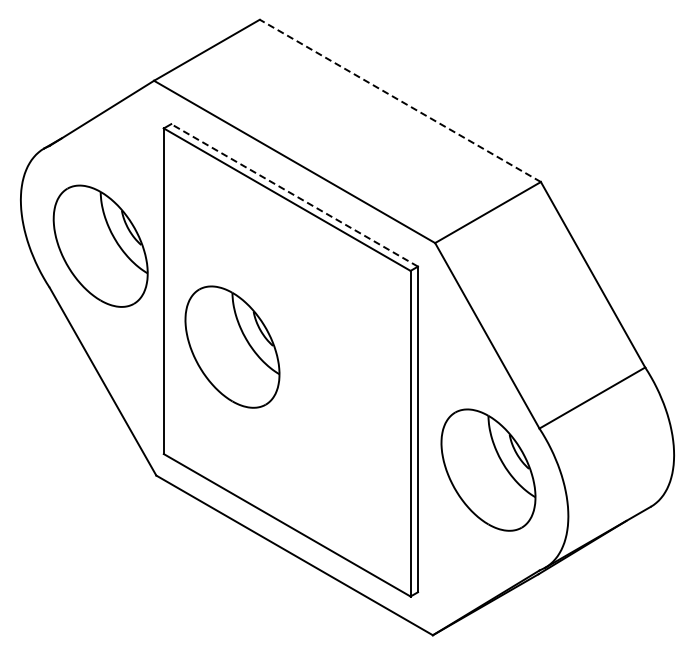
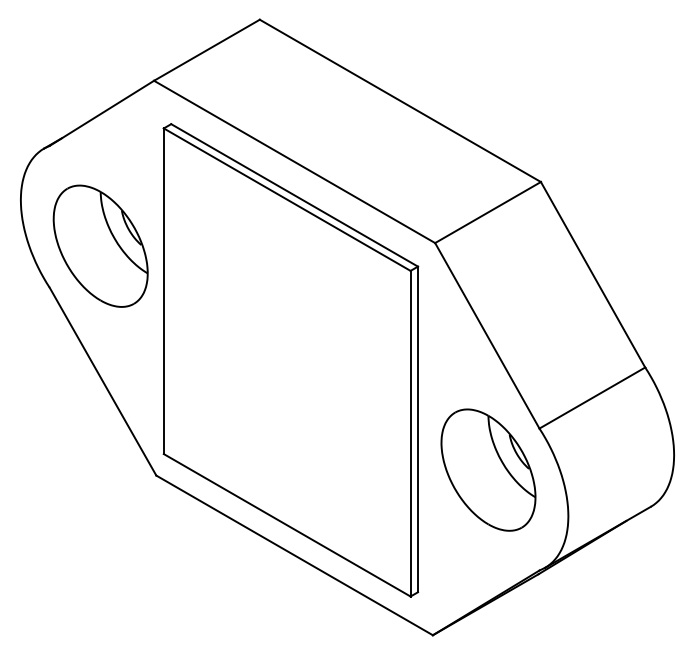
line at (399, 100): dashed -> solid
line at (294, 195): dashed -> solid
part at (232, 346): present -> none
